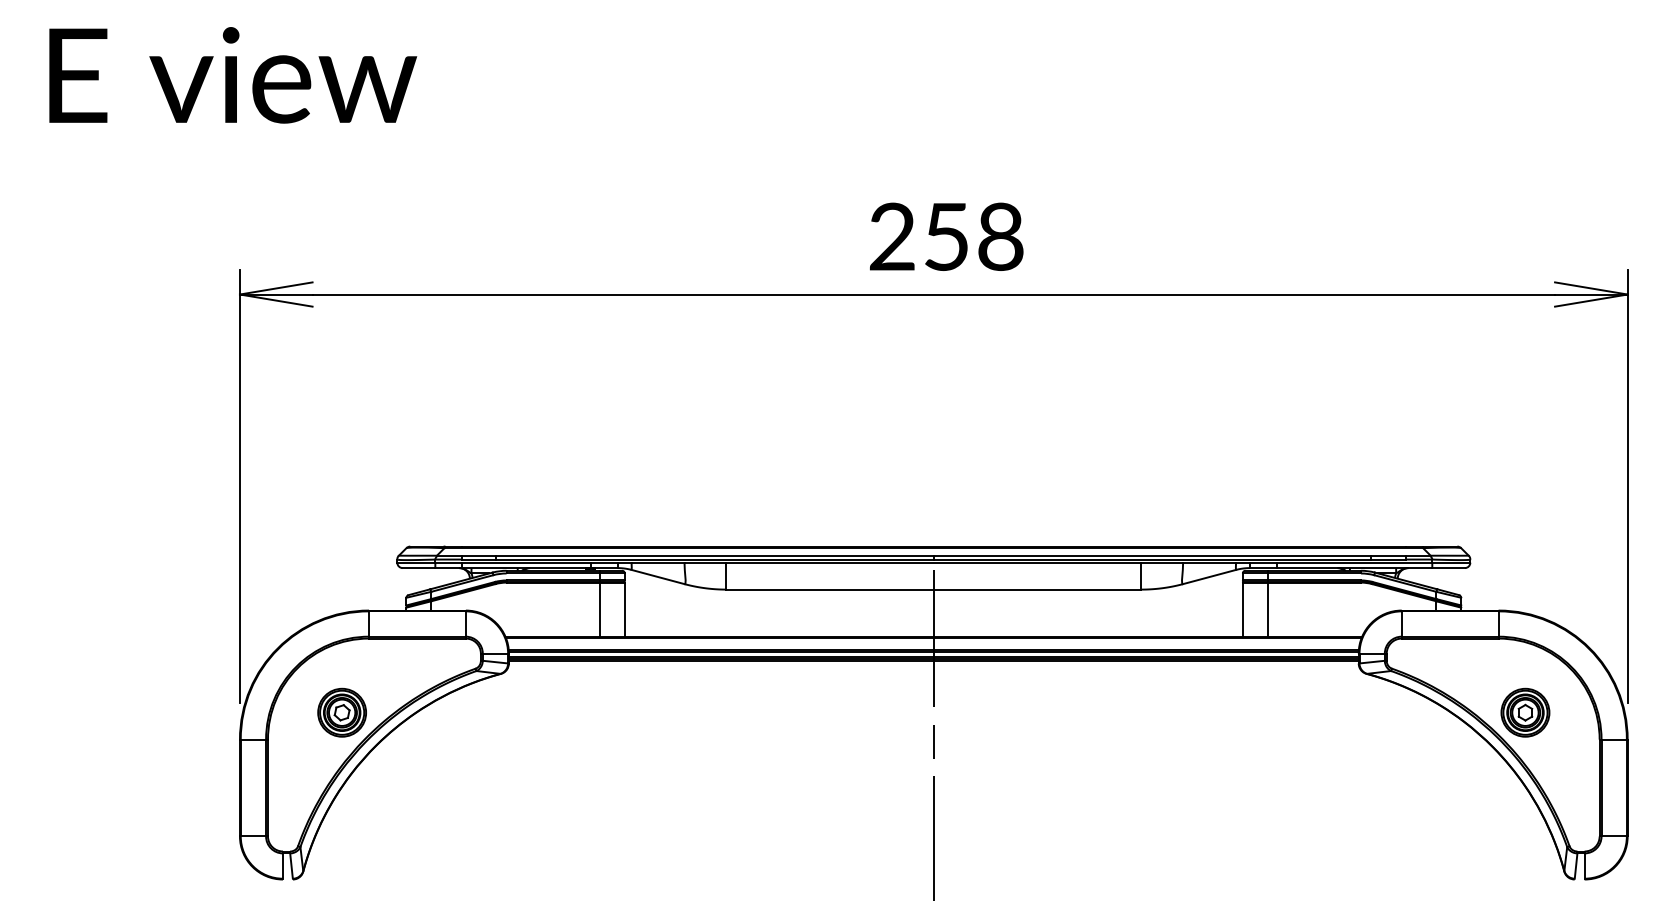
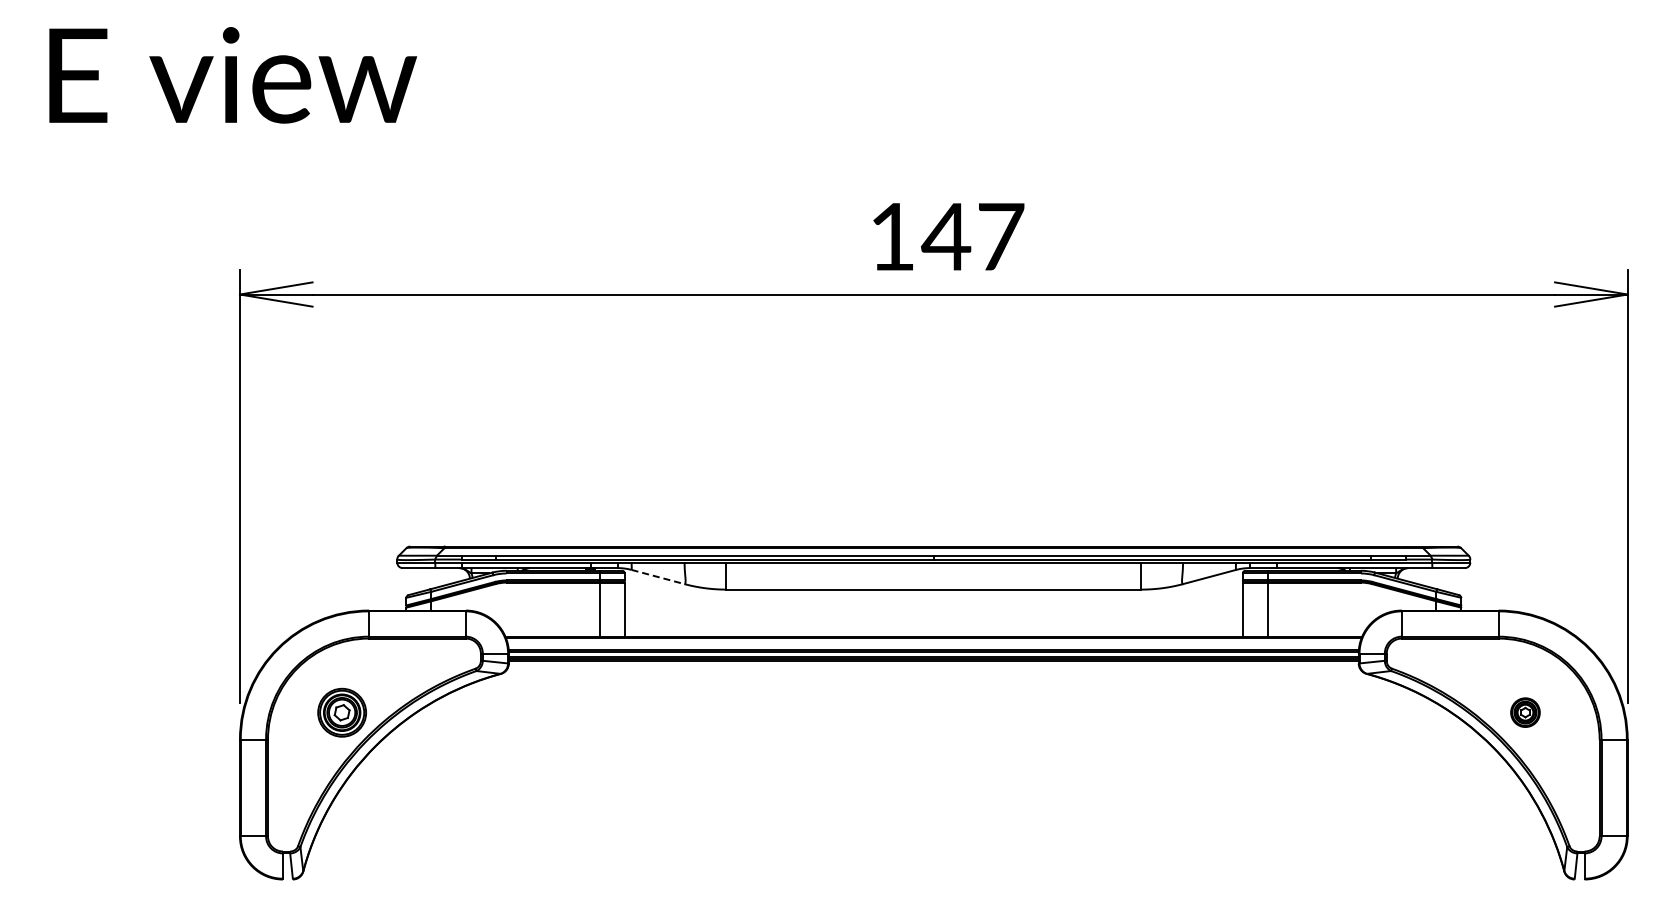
text at (946, 236): 258 -> 147
line at (658, 577): solid -> dashed
part at (1525, 712) size: 51x51 px -> 31x31 px
line at (933, 733): present -> none
